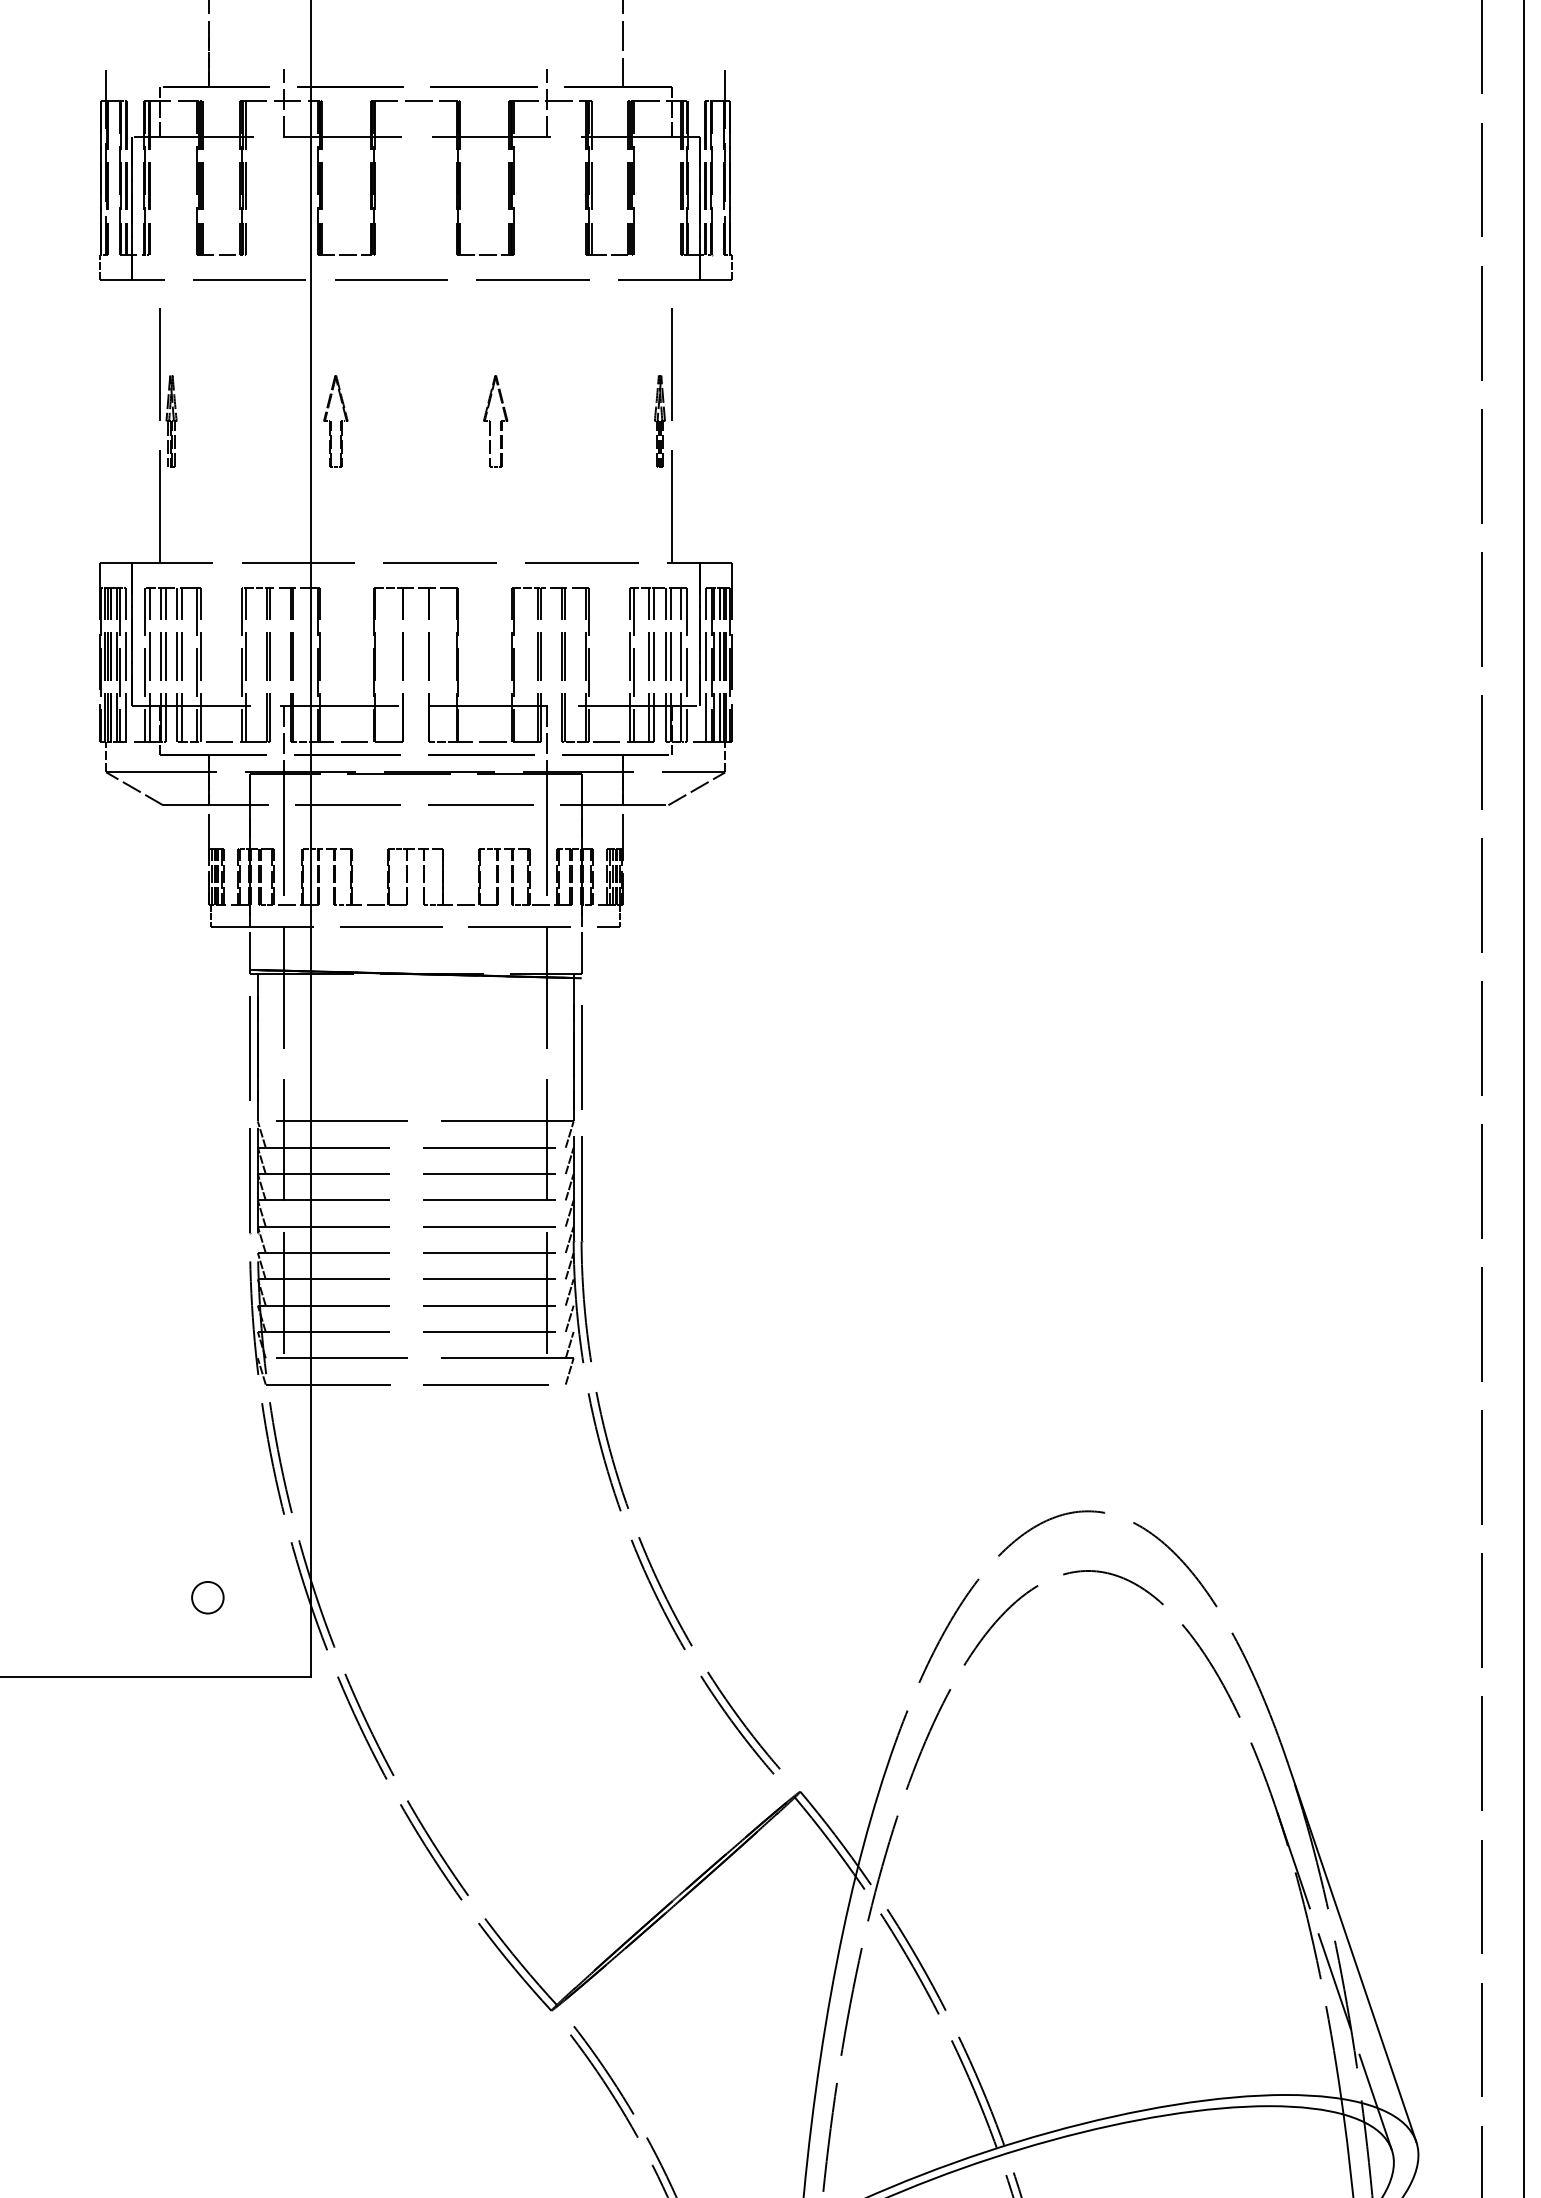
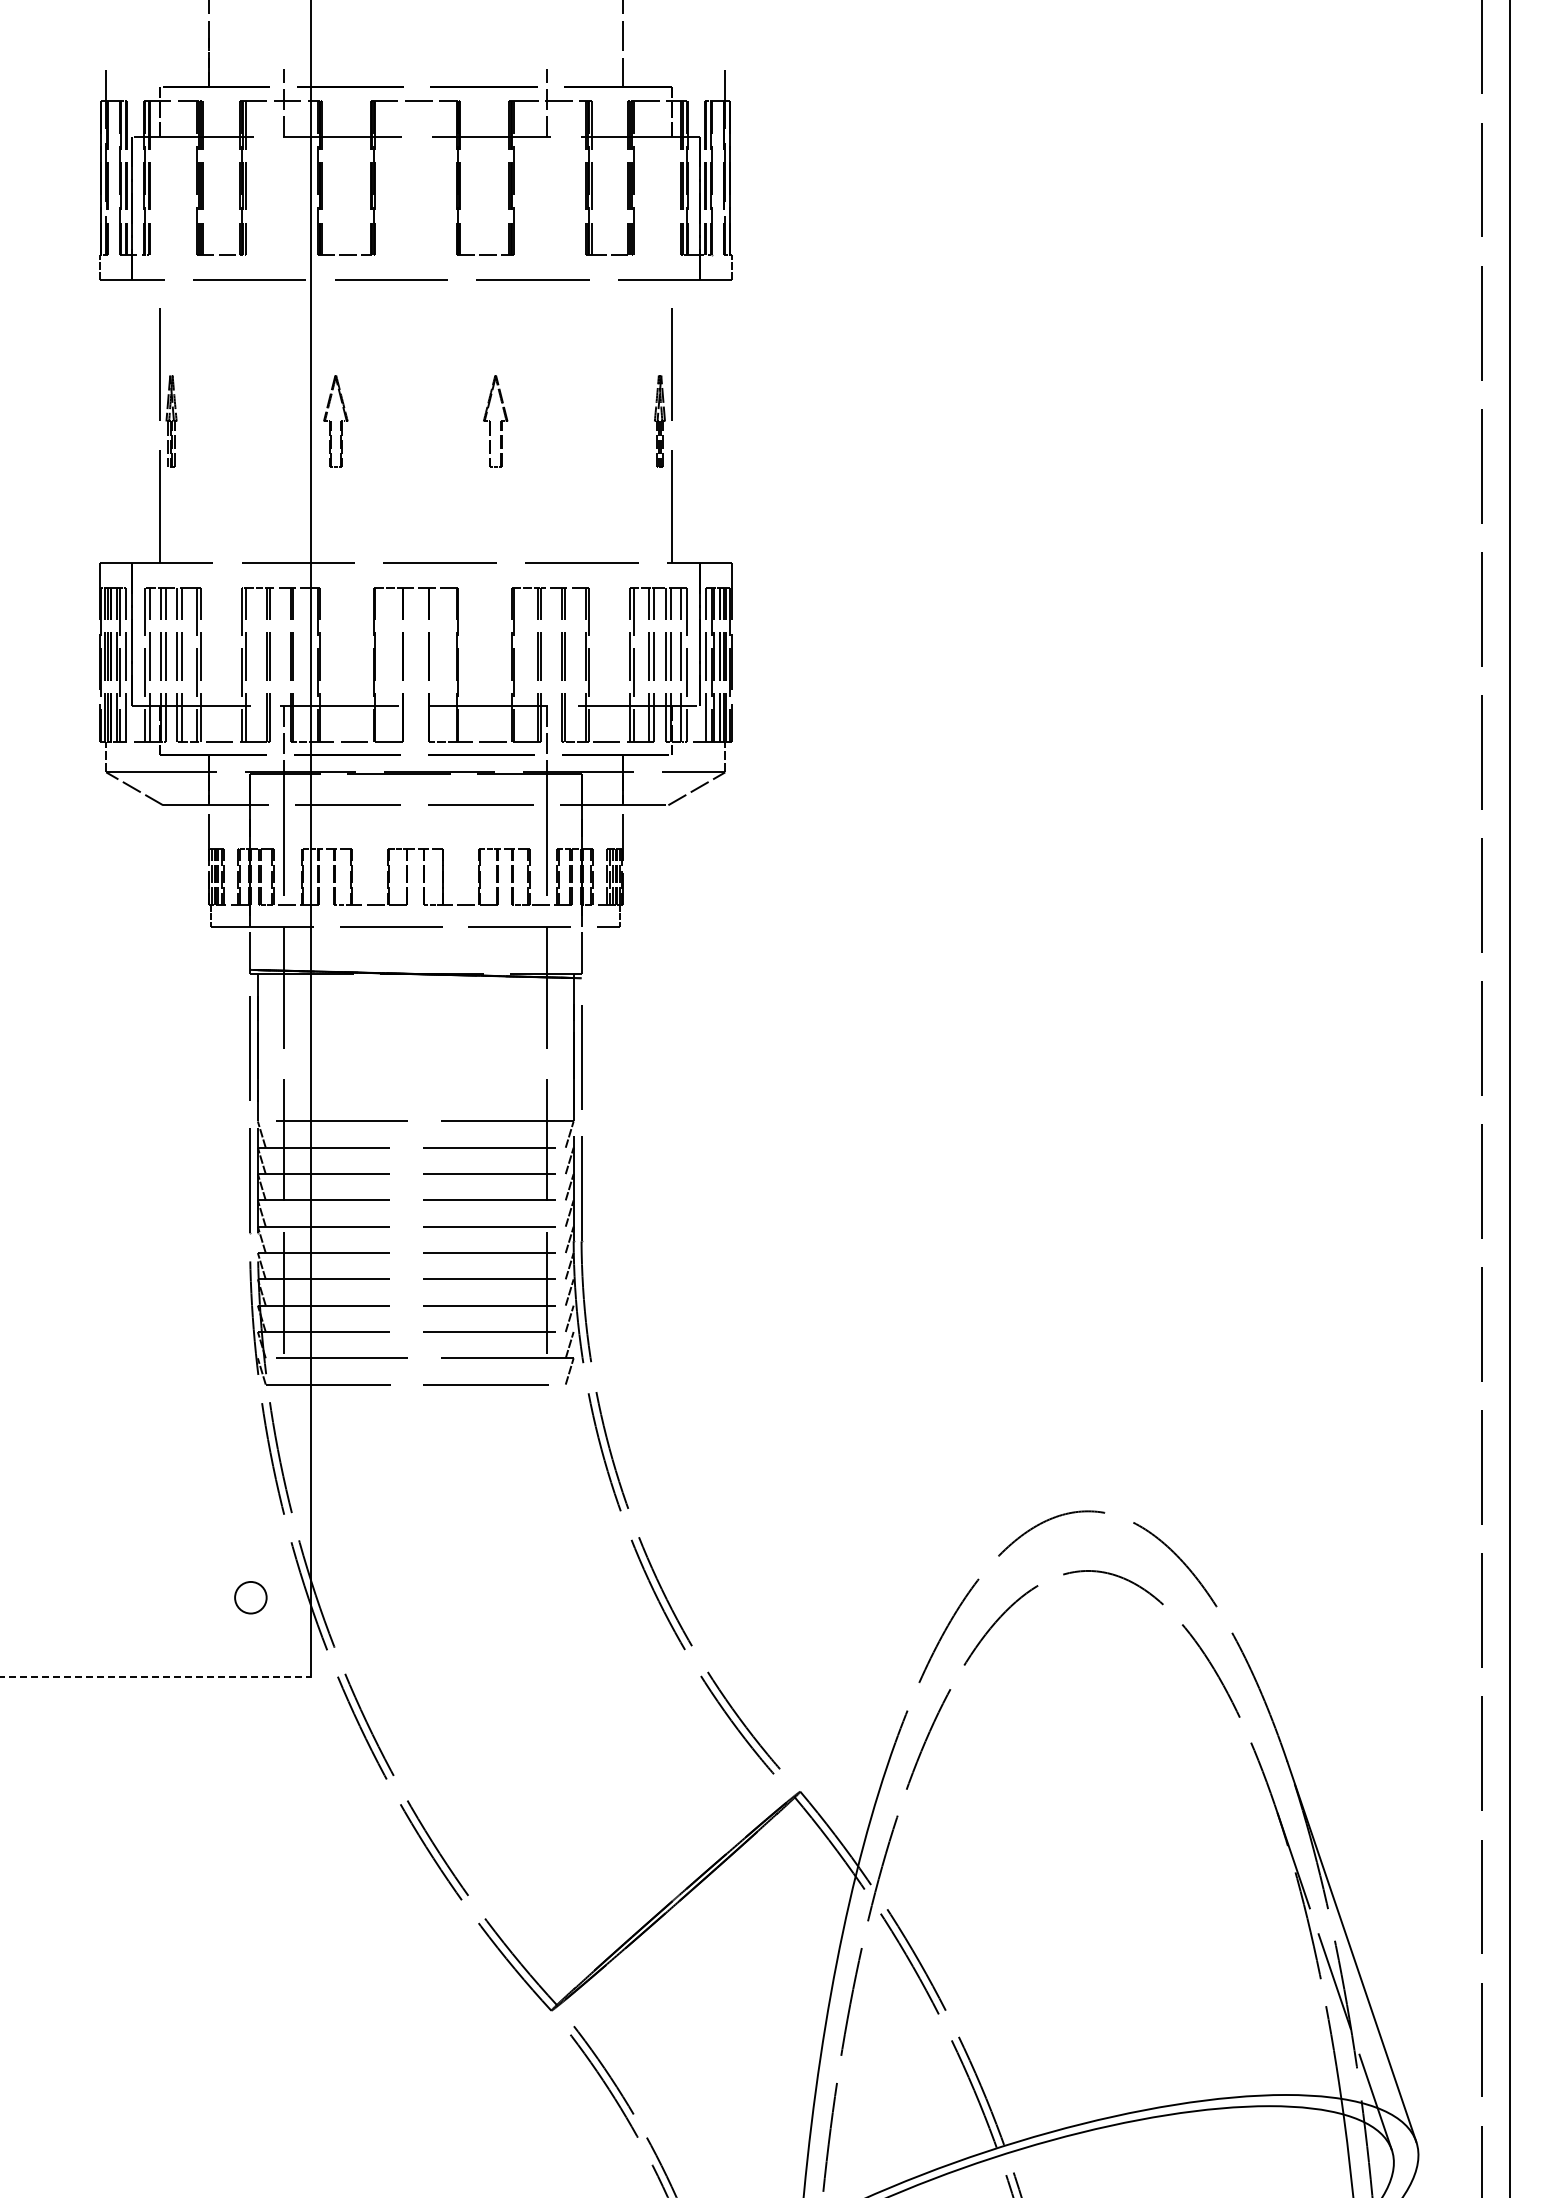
line at (1523, 1098) position: (1523, 1098) -> (1509, 1098)
circle at (207, 1597) position: (207, 1597) -> (250, 1597)
line at (155, 1676): solid -> dashed
